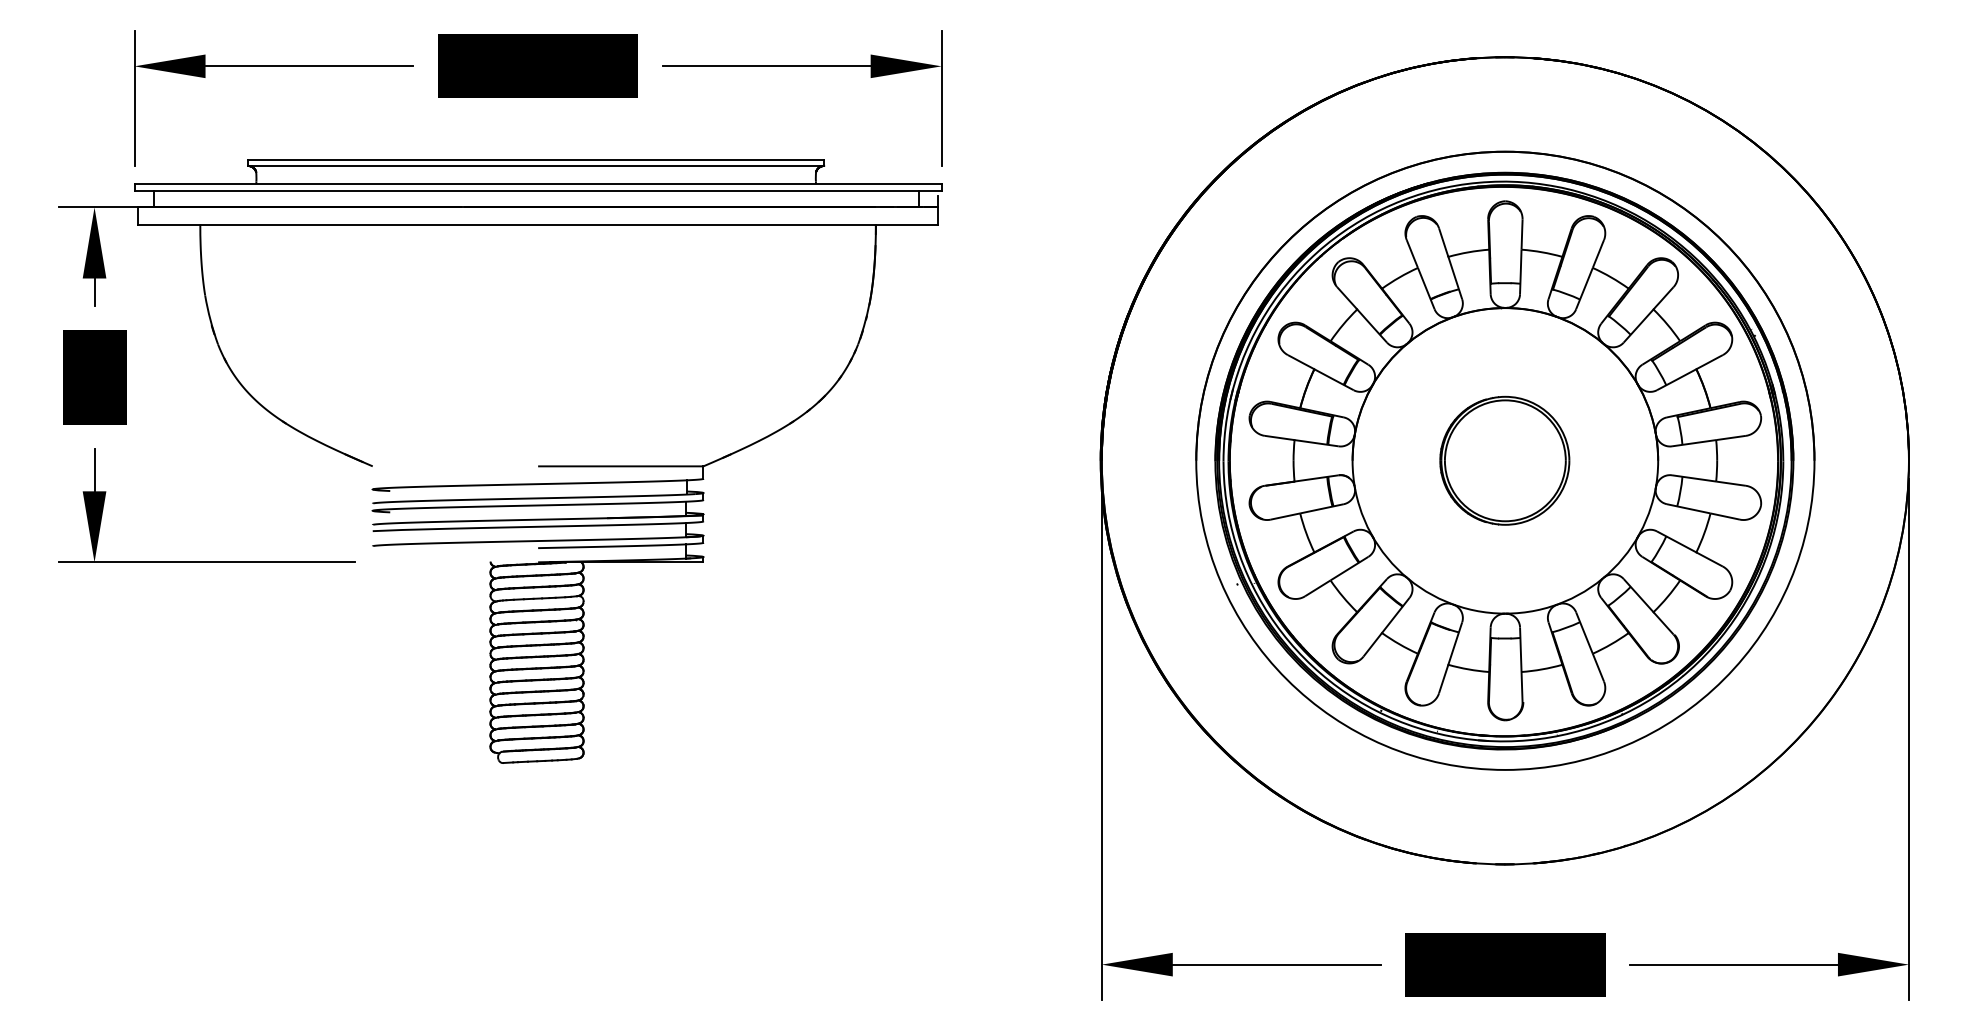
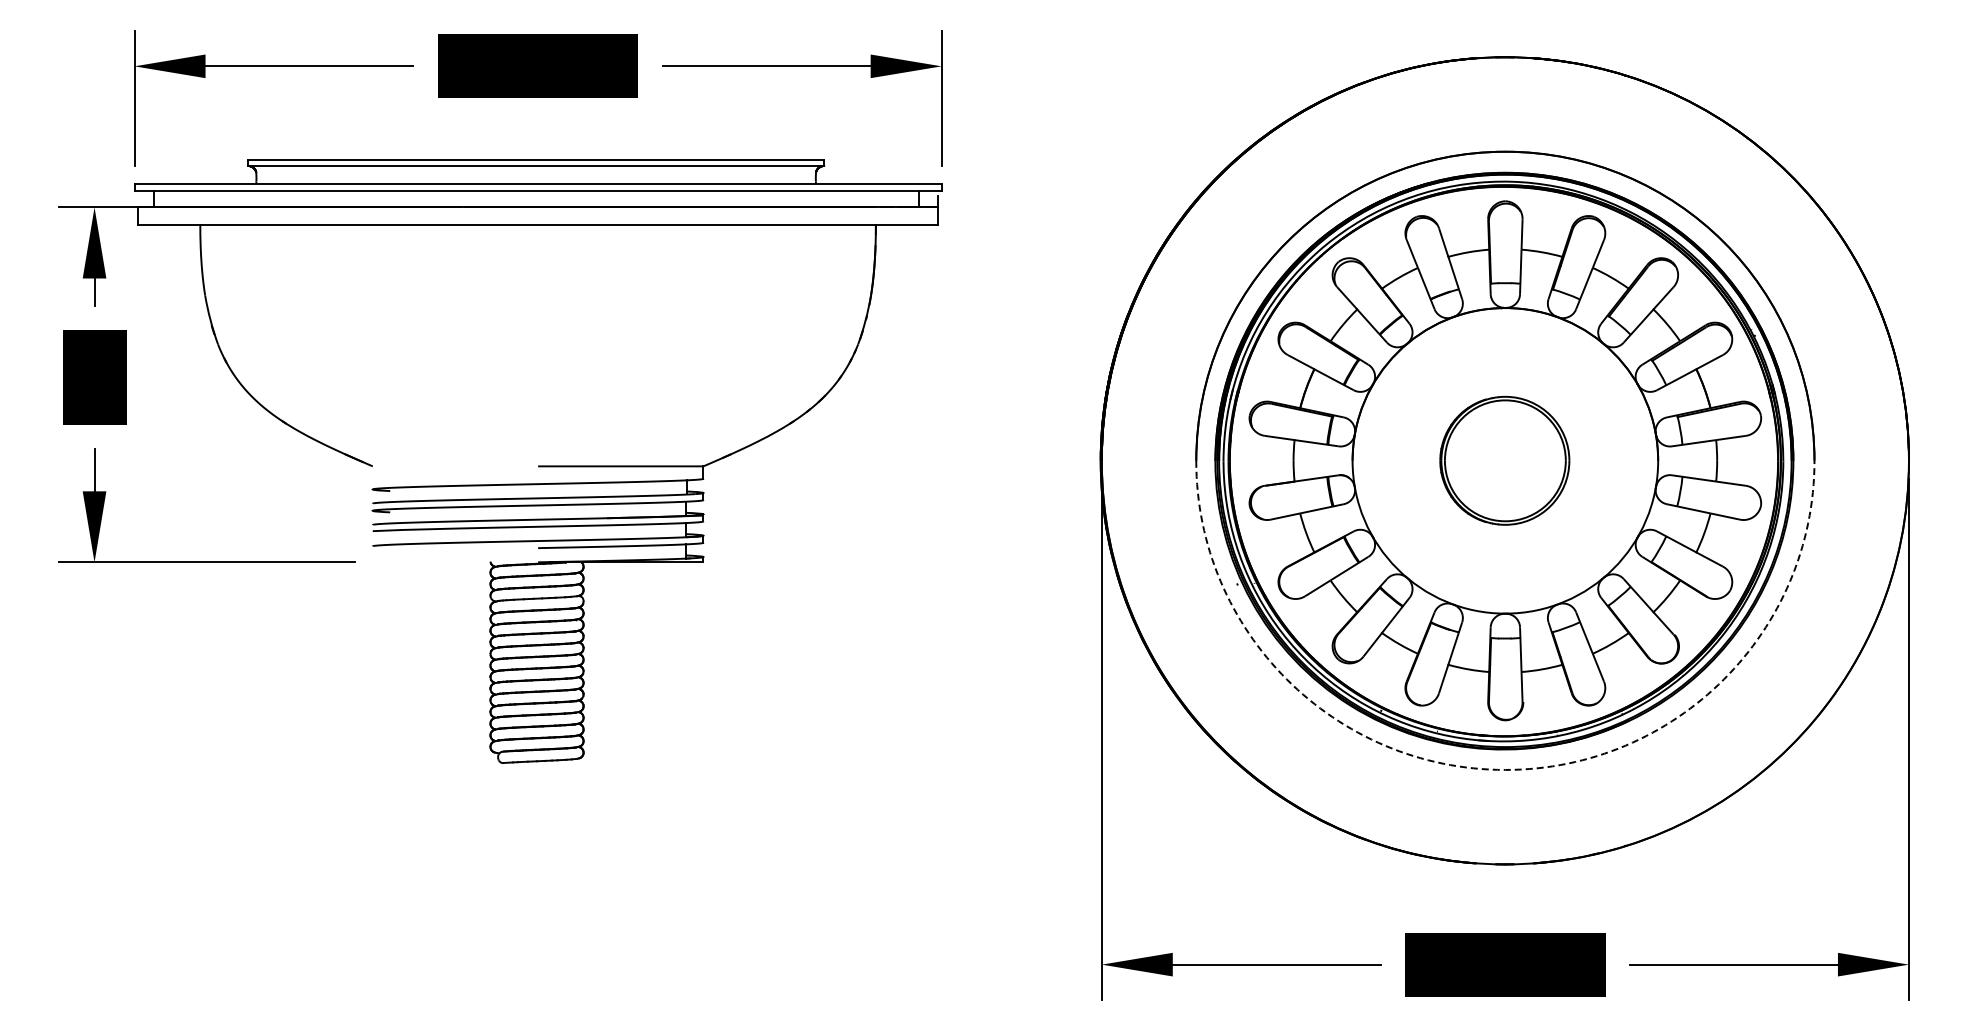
arc at (1505, 769): solid -> dashed
